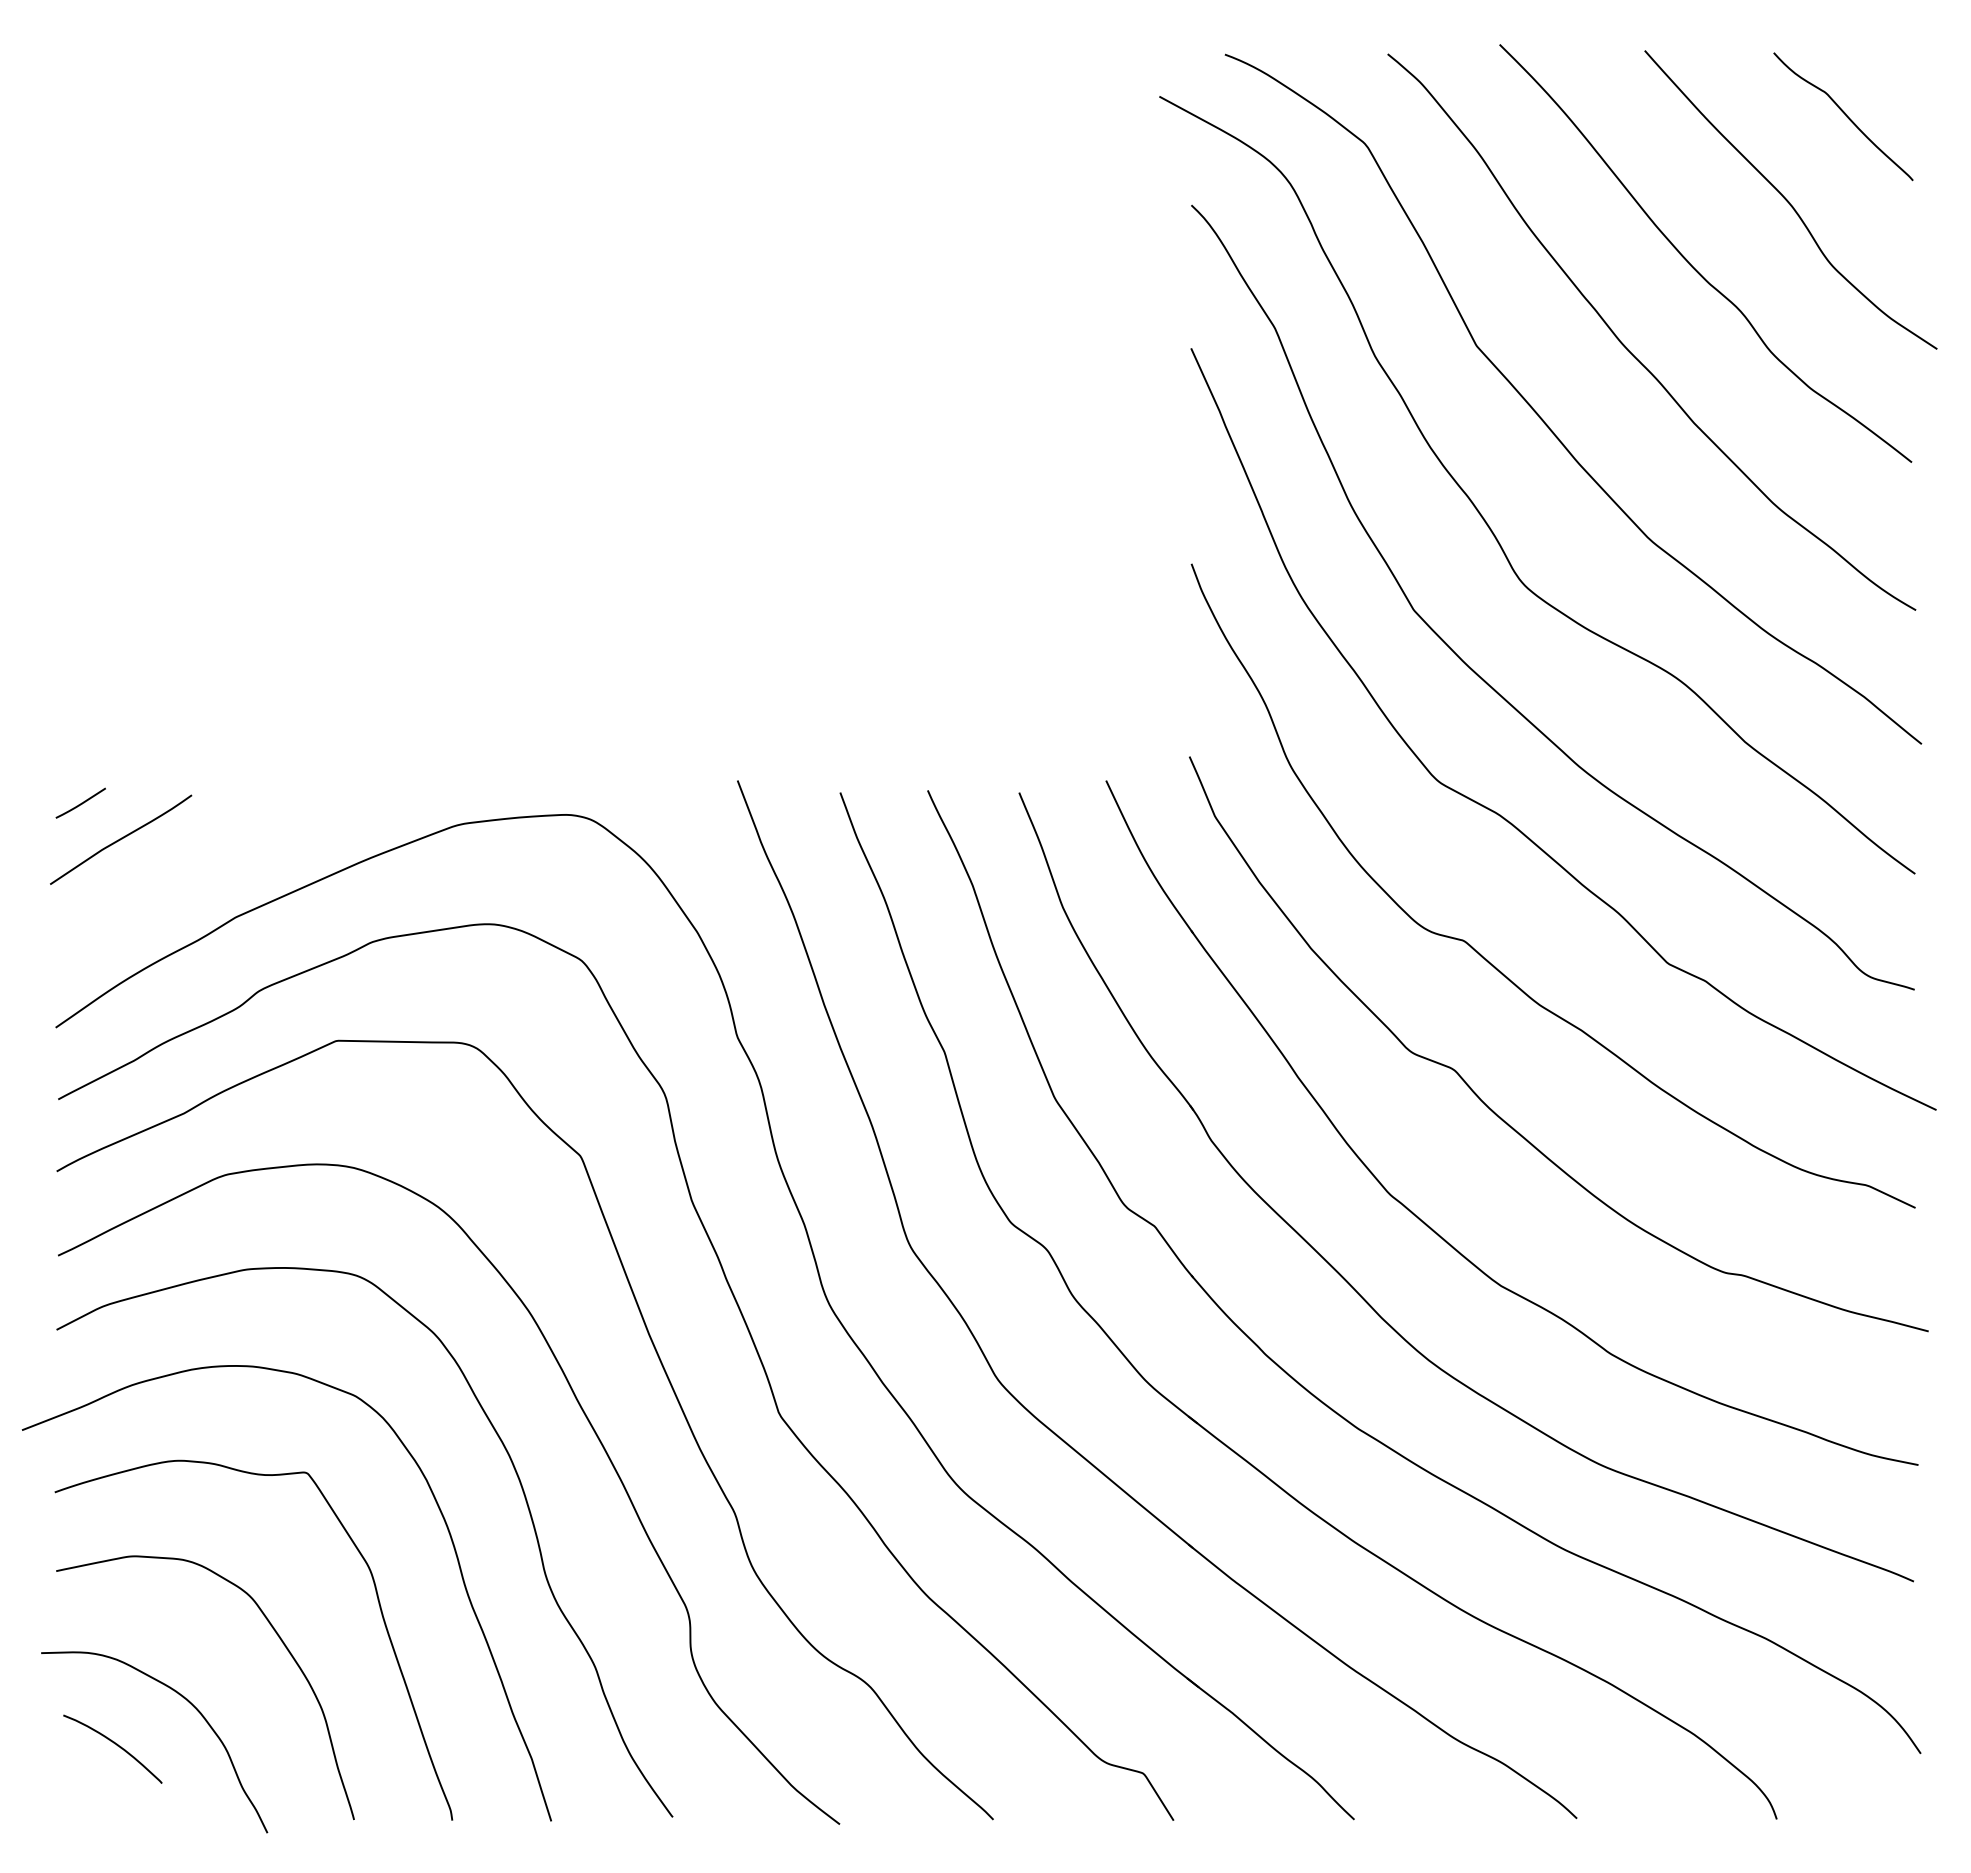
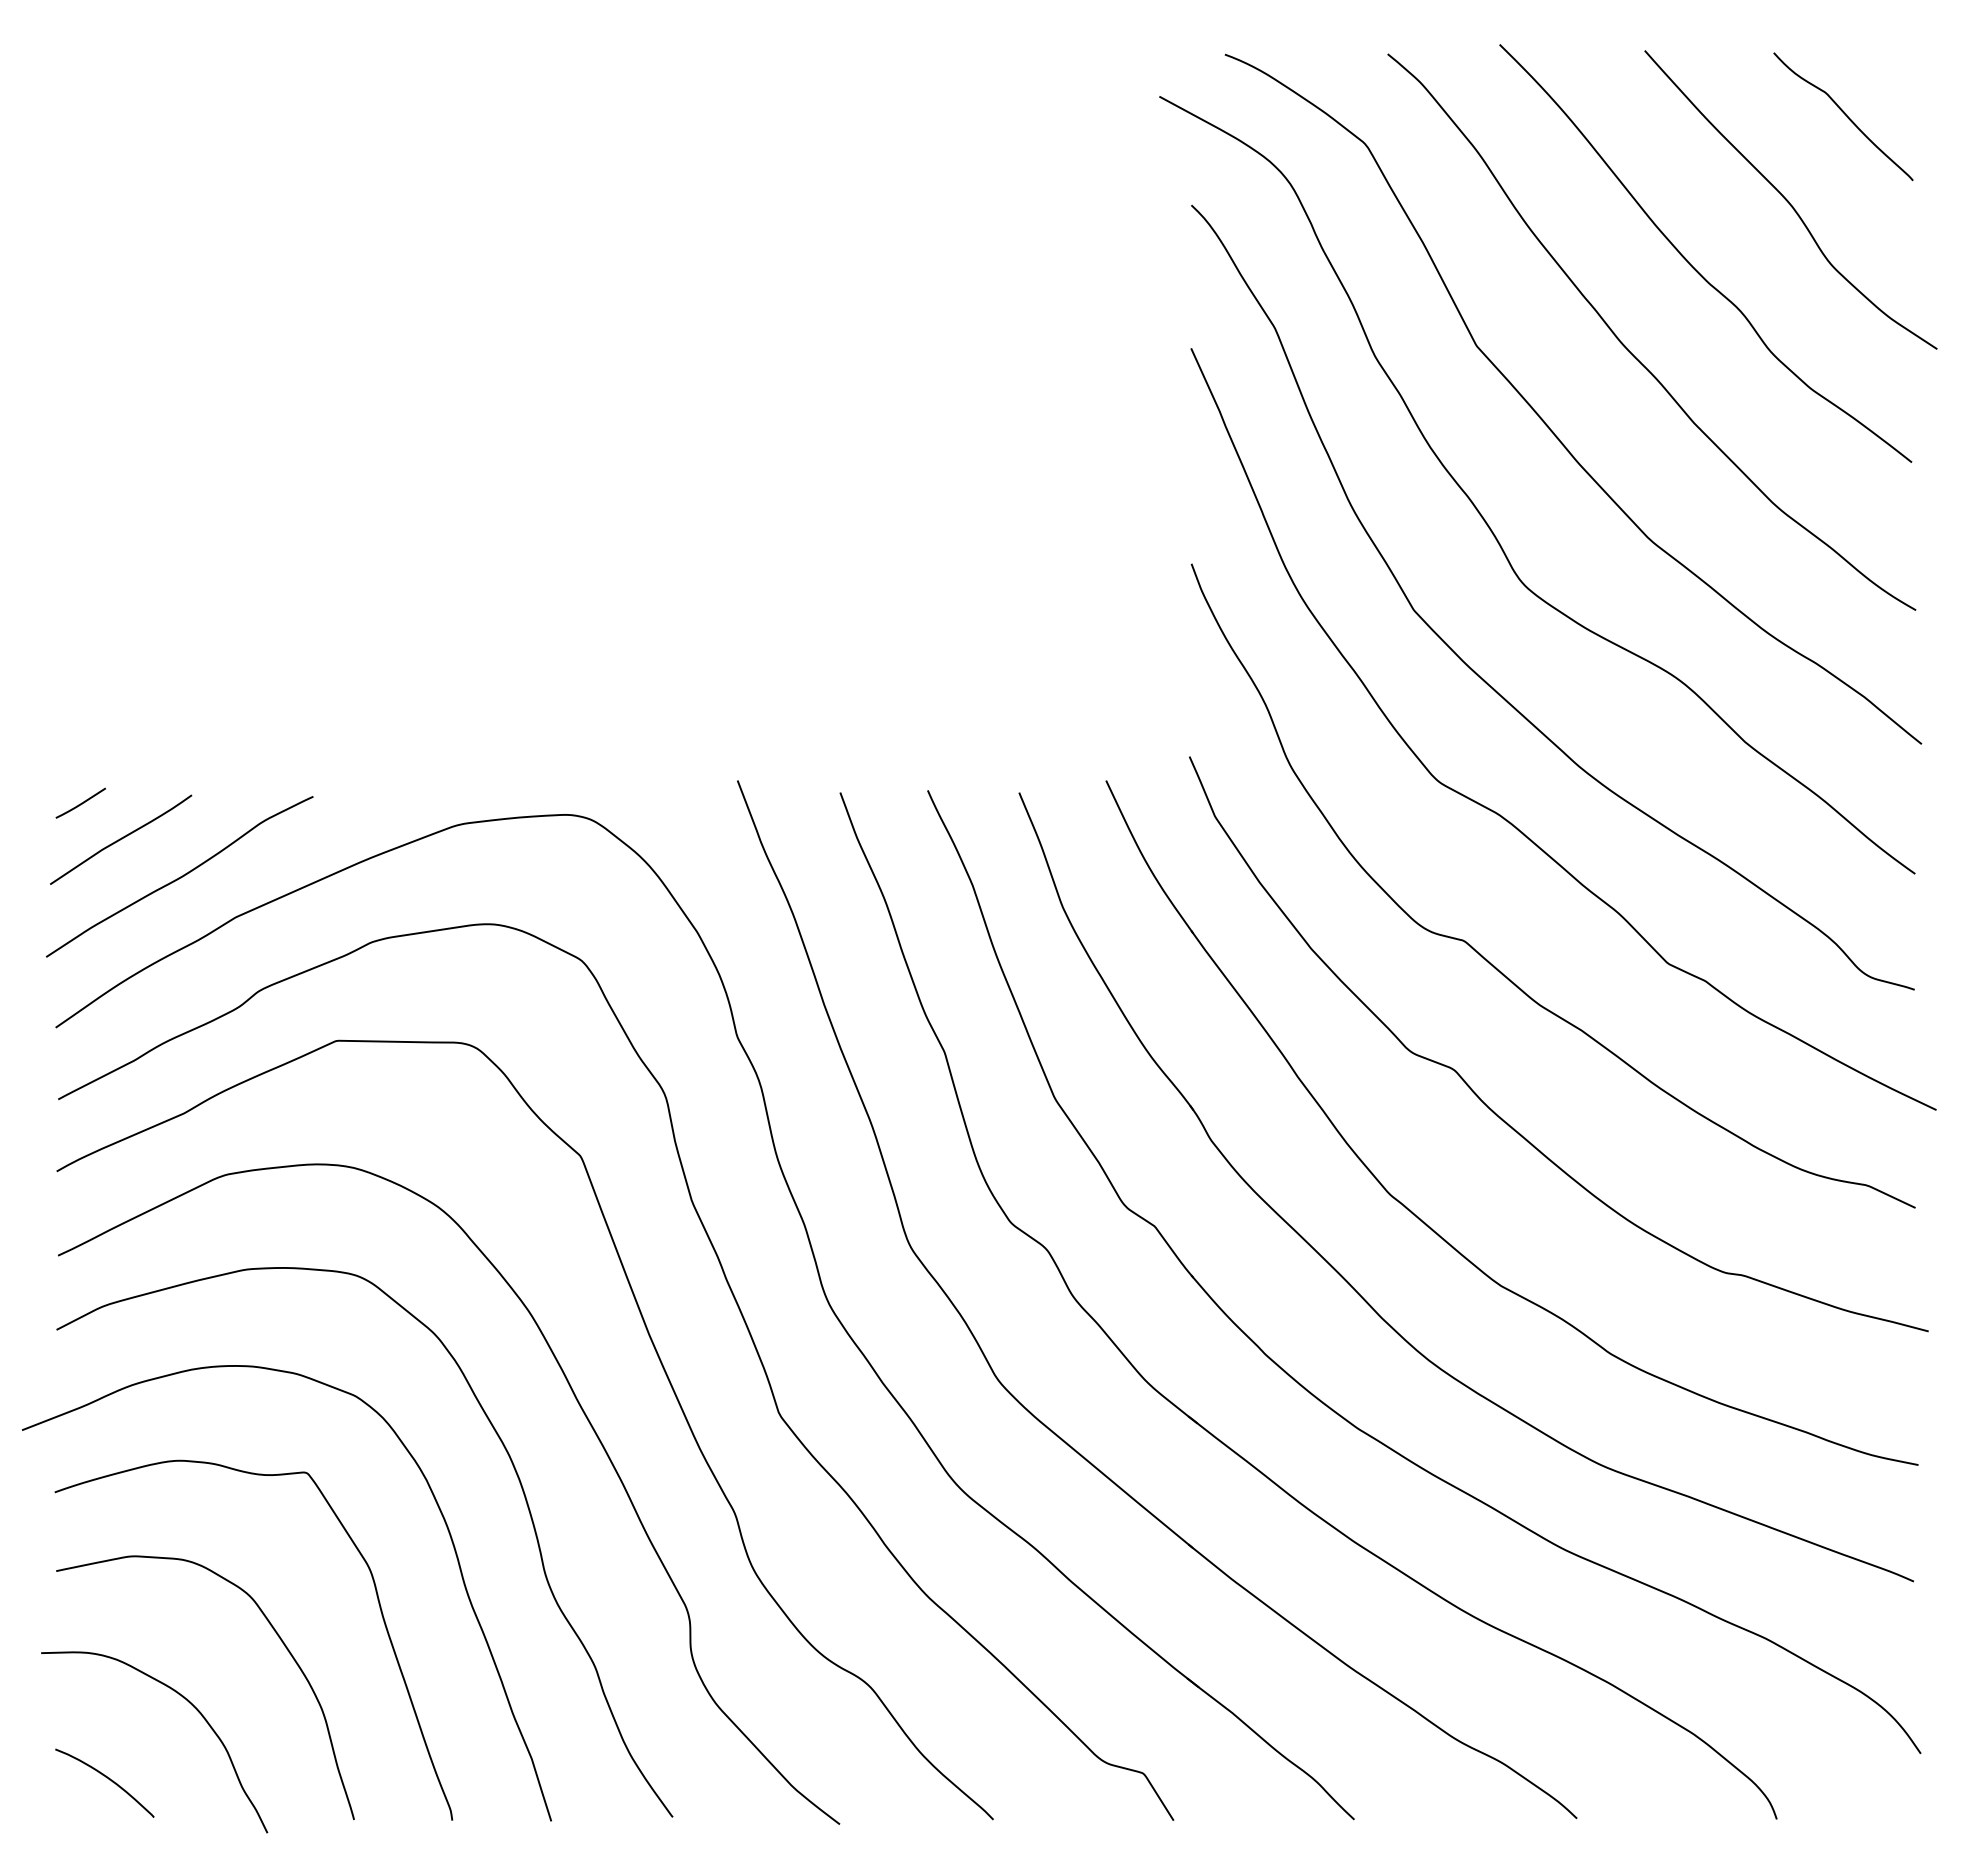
curve at (180, 876): none -> present
curve at (115, 1744) position: (115, 1744) -> (107, 1778)
